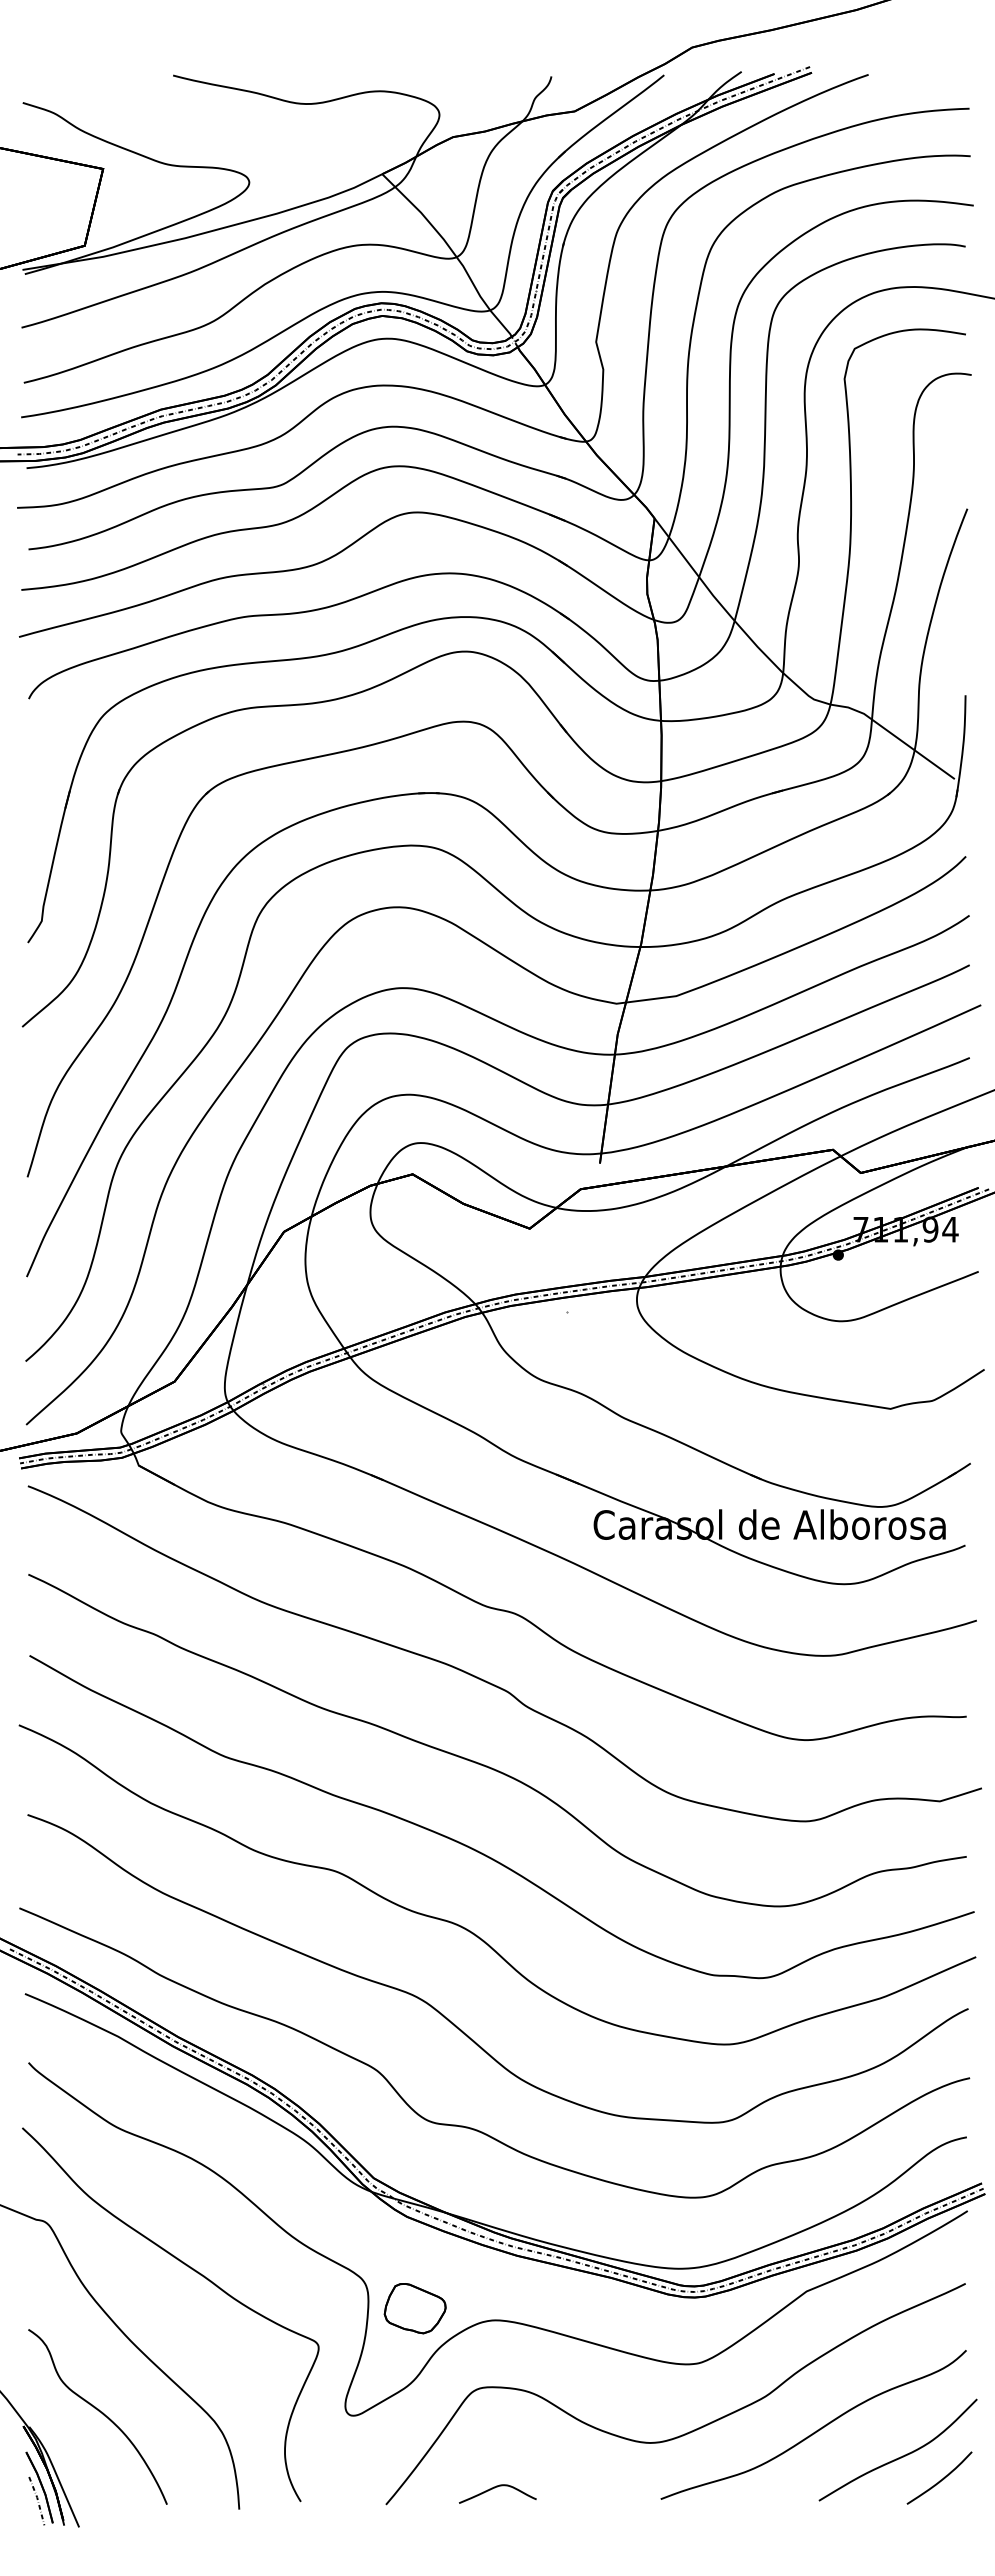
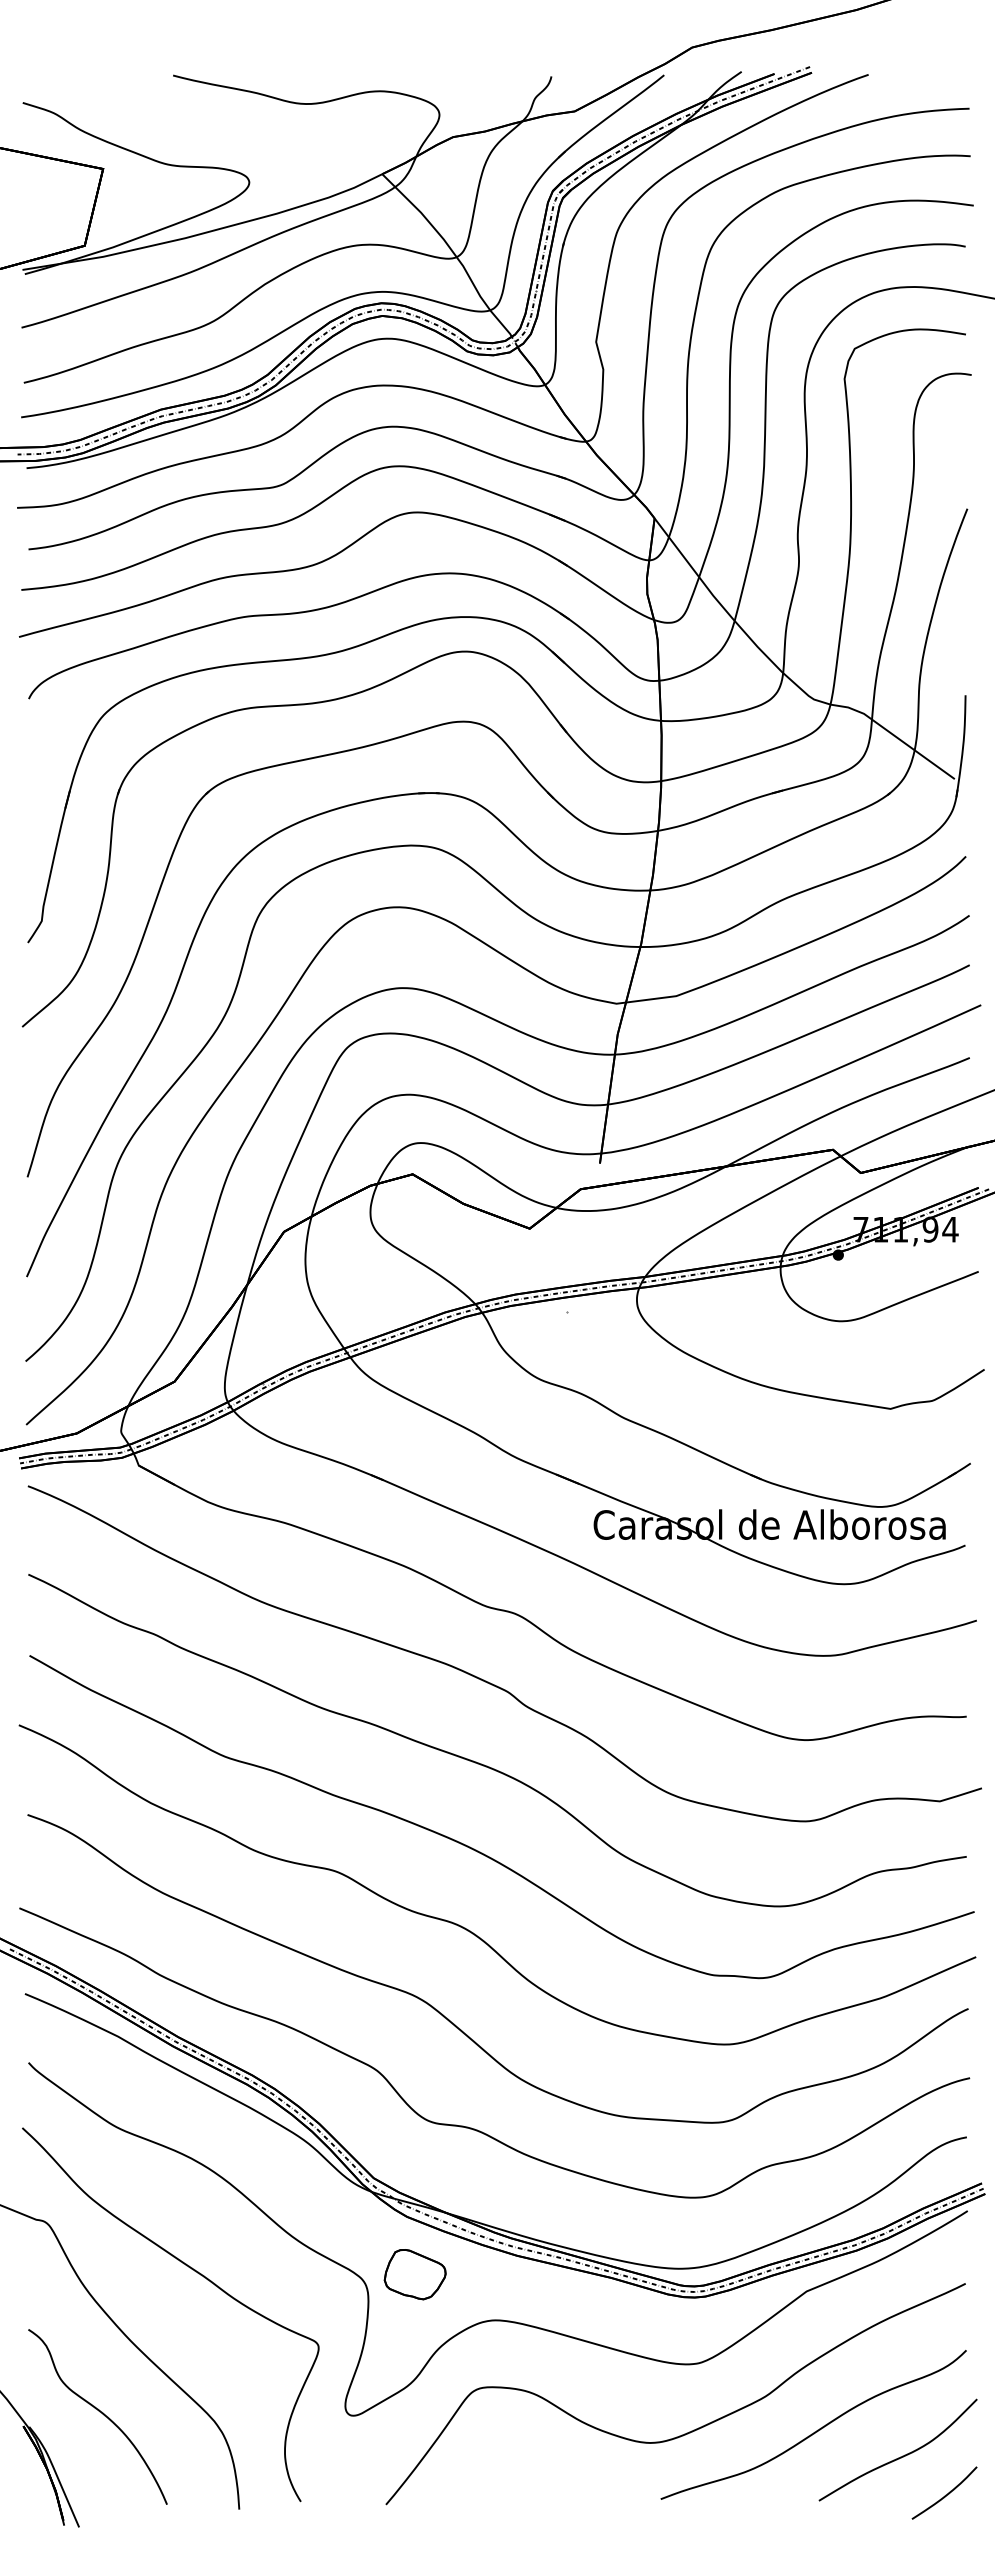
part at (414, 2308) position: (414, 2308) -> (414, 2274)
curve at (941, 2479) position: (941, 2479) -> (946, 2494)
part at (39, 2488): present -> none
curve at (495, 2488): present -> none
